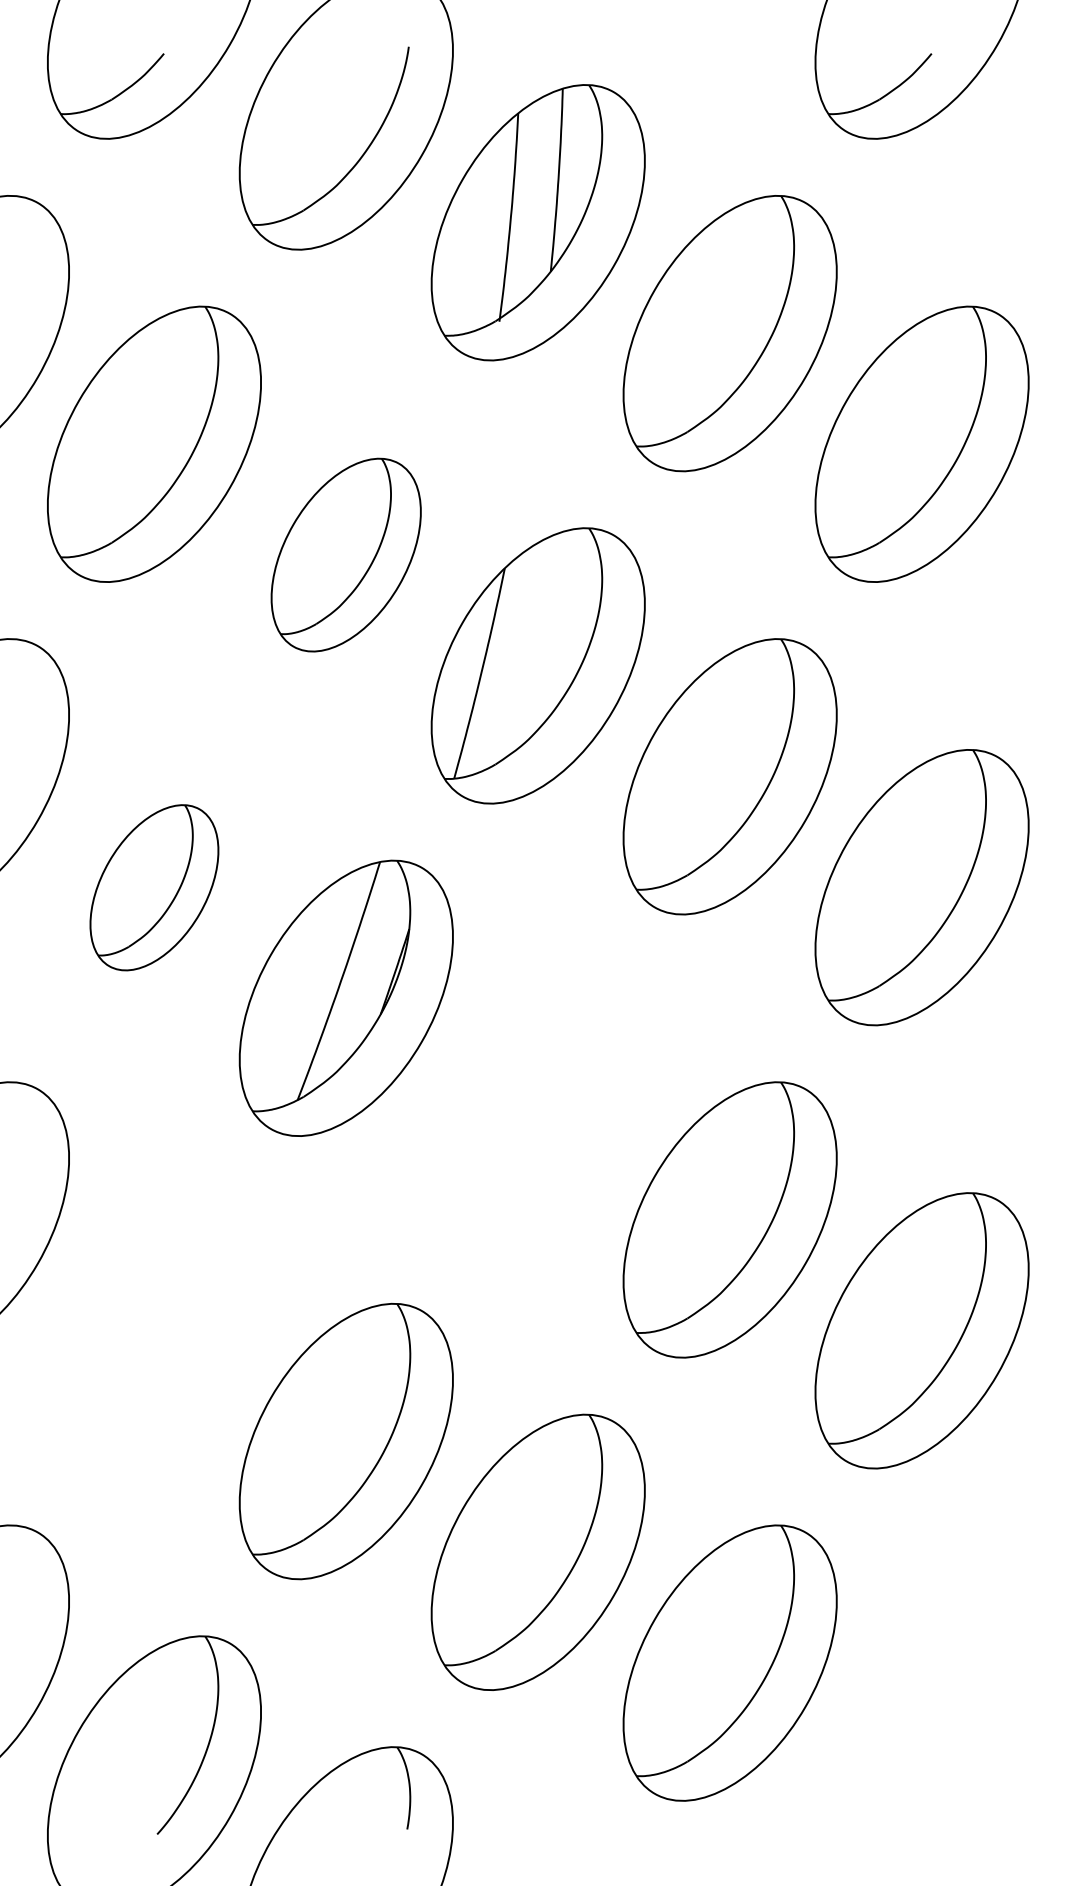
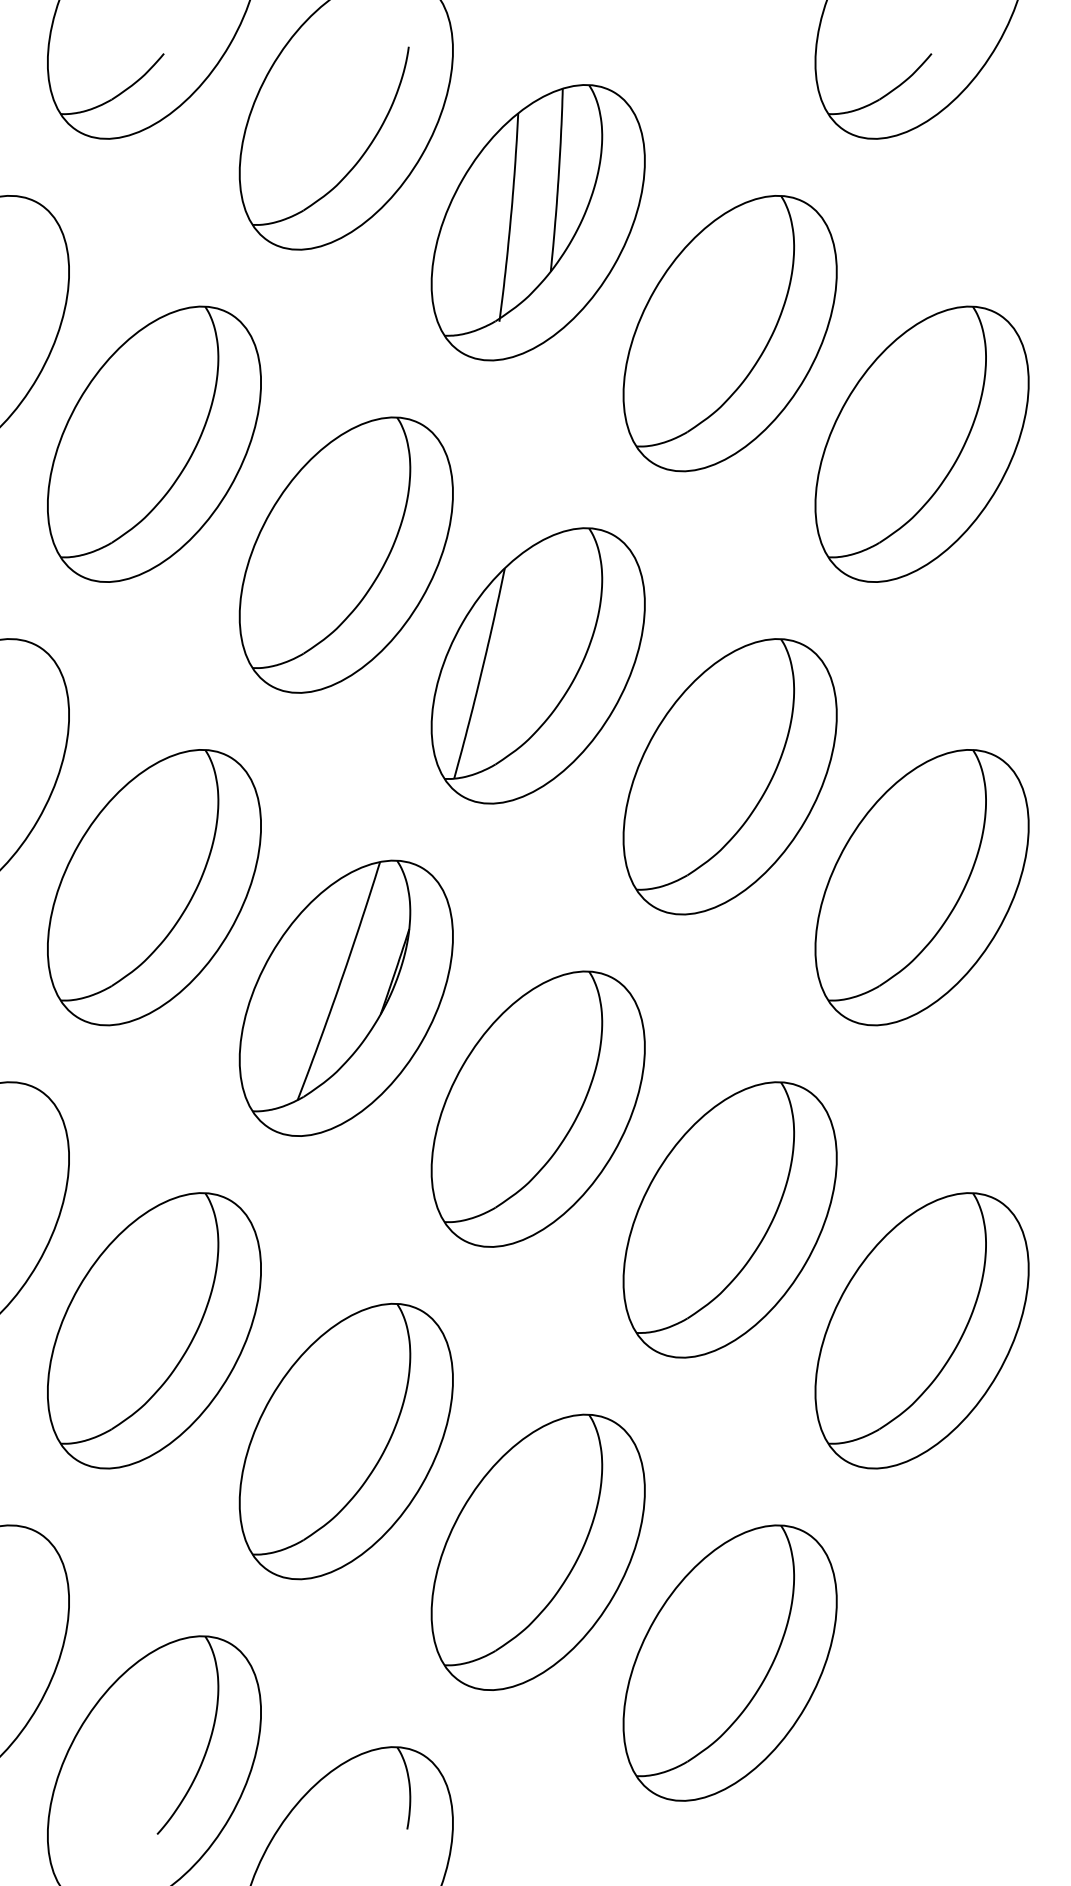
part at (345, 554) size: 152x196 px -> 216x278 px
part at (154, 887) size: 131x168 px -> 215x278 px
part at (537, 1108): none -> present
part at (154, 1330): none -> present
